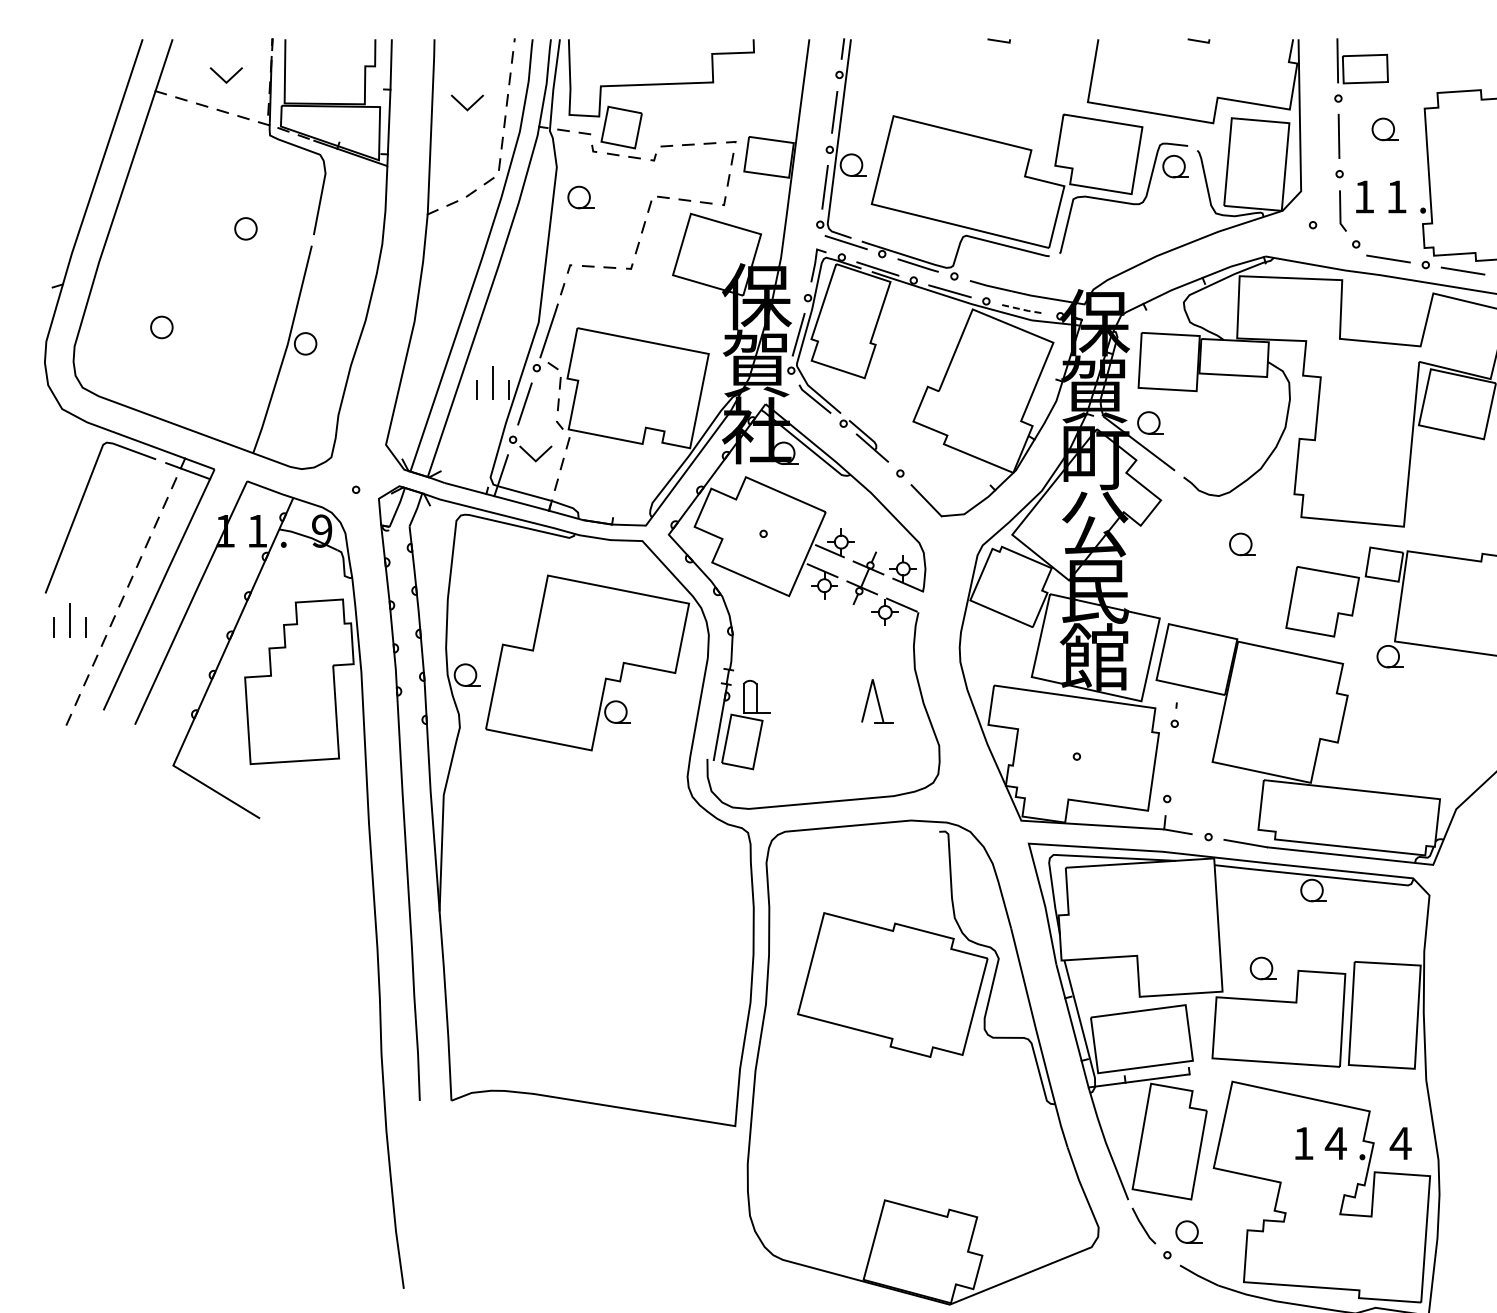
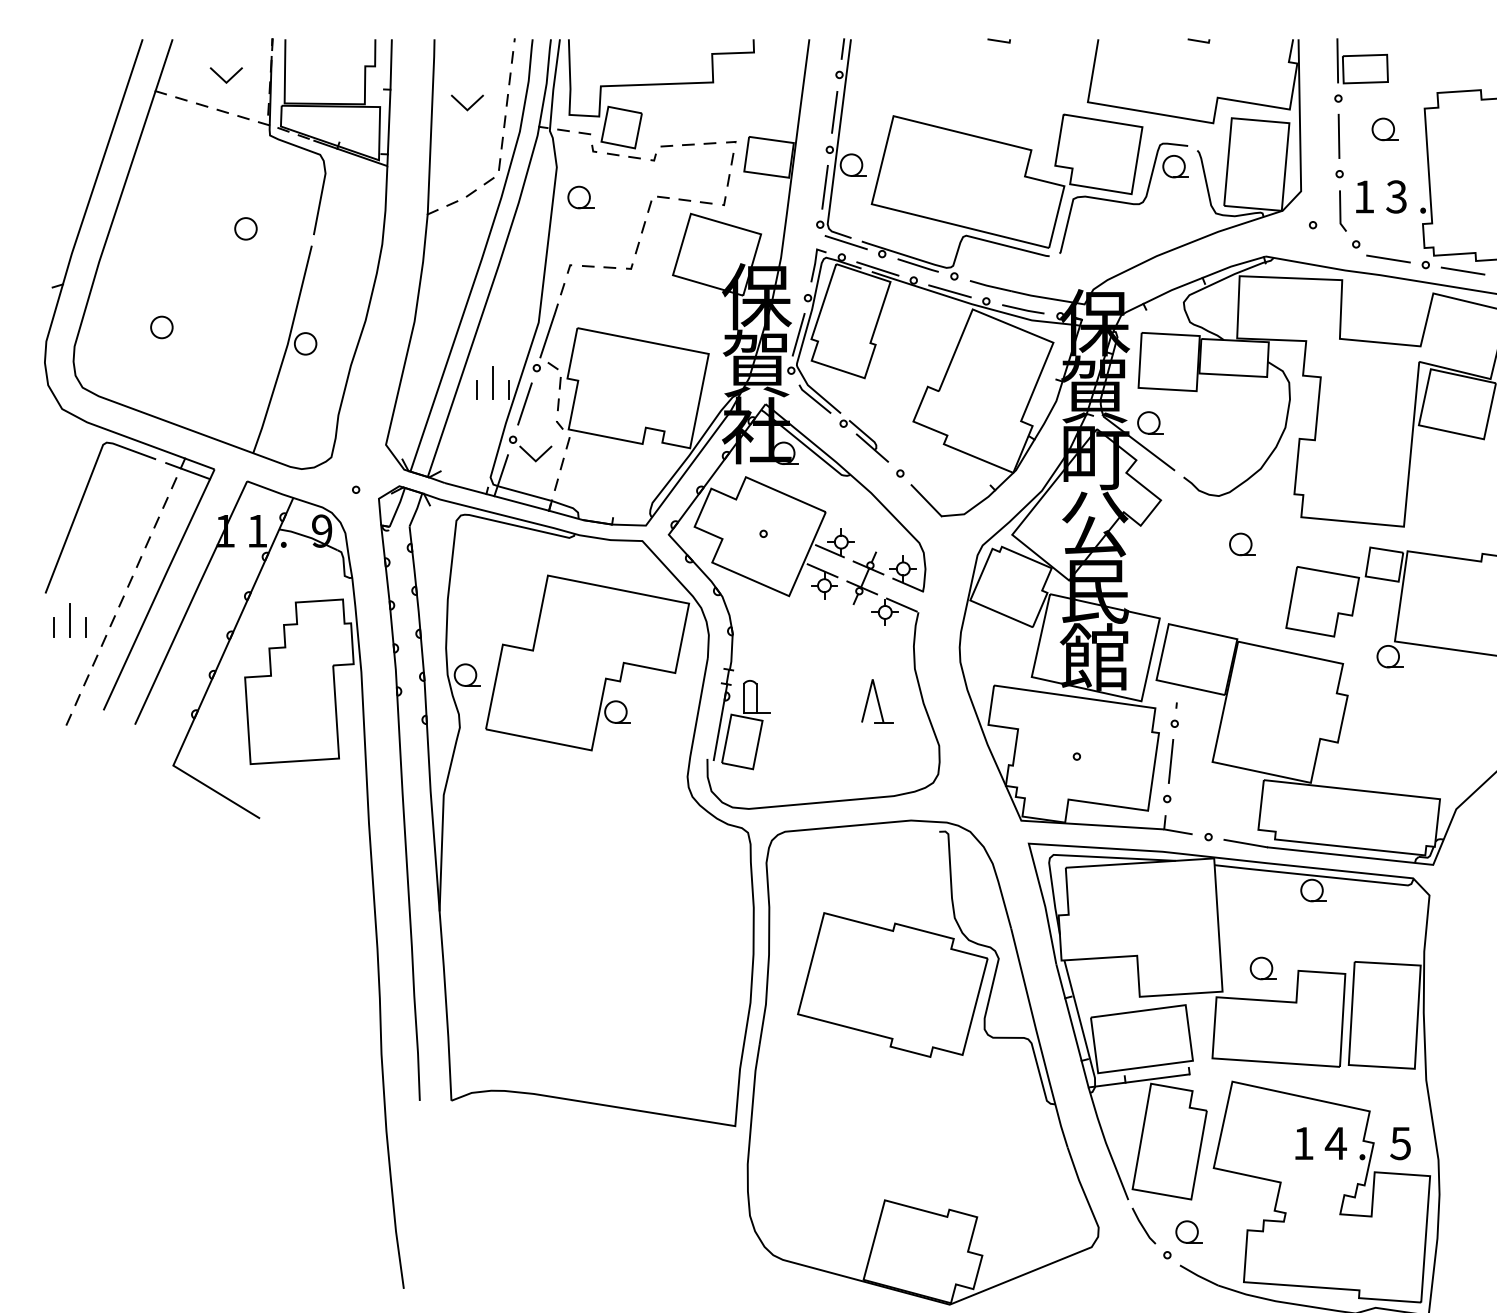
text at (1396, 196): 1 -> 3
line at (1024, 310): dashed -> solid
line at (1170, 760): none -> present
text at (1400, 1143): 4 -> 5
